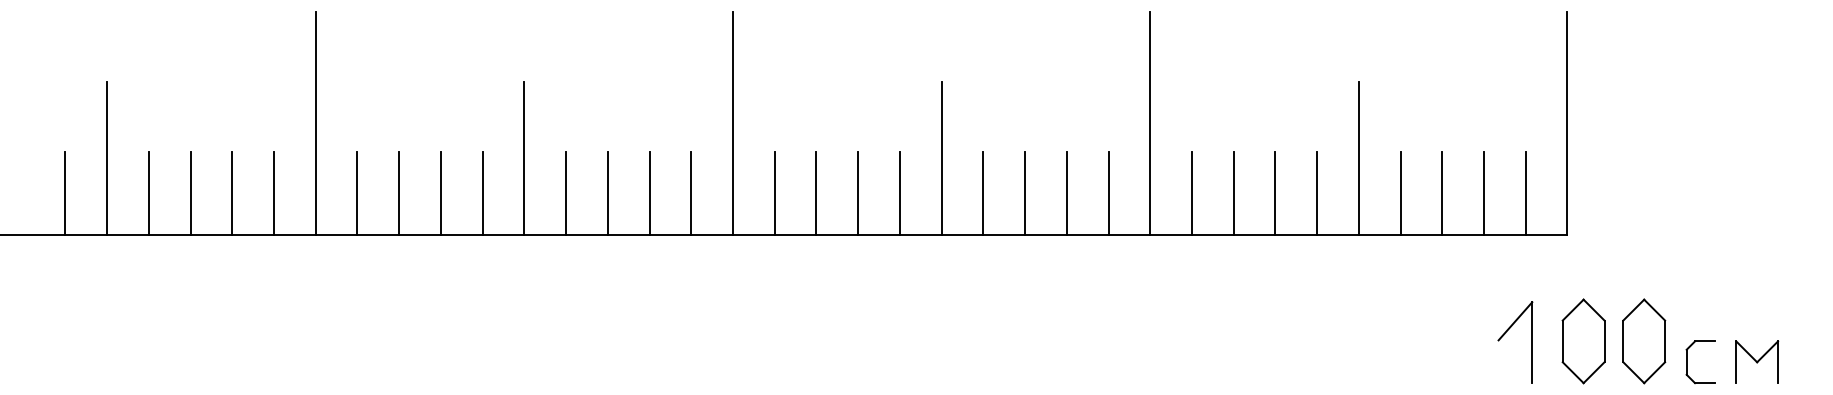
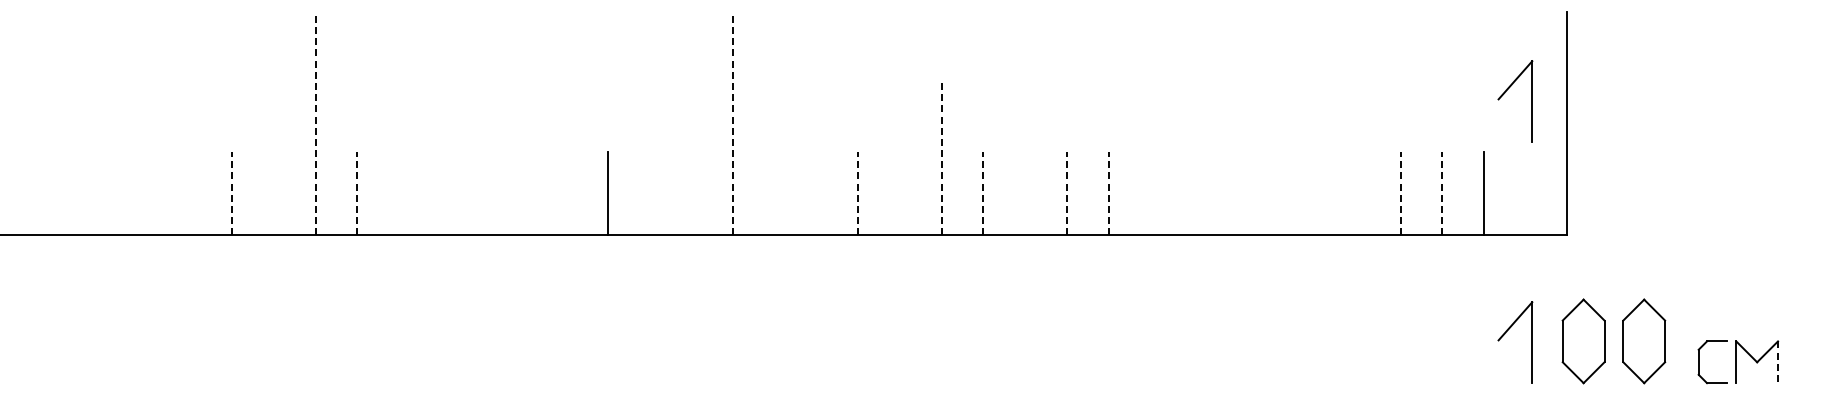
part at (1505, 93): none -> present
line at (315, 123): solid -> dashed
line at (733, 123): solid -> dashed
line at (1150, 123): present -> none
line at (107, 158): present -> none
line at (524, 158): present -> none
line at (941, 158): solid -> dashed
line at (1358, 158): present -> none
line at (65, 193): present -> none
line at (148, 193): present -> none
line at (190, 193): present -> none
line at (232, 193): solid -> dashed
line at (274, 193): present -> none
line at (357, 193): solid -> dashed
line at (399, 193): present -> none
line at (440, 193): present -> none
line at (482, 193): present -> none
line at (566, 193): present -> none
line at (649, 193): present -> none
line at (691, 193): present -> none
line at (774, 193): present -> none
line at (816, 193): present -> none
line at (858, 193): solid -> dashed
line at (899, 193): present -> none
line at (983, 193): solid -> dashed
line at (1025, 193): present -> none
line at (1066, 193): solid -> dashed
line at (1108, 193): solid -> dashed
line at (1191, 193): present -> none
line at (1233, 193): present -> none
line at (1275, 193): present -> none
line at (1317, 193): present -> none
line at (1400, 193): solid -> dashed
line at (1442, 193): solid -> dashed
line at (1525, 193): present -> none
part at (1687, 362) position: (1687, 362) -> (1699, 362)
line at (1778, 362): solid -> dashed
